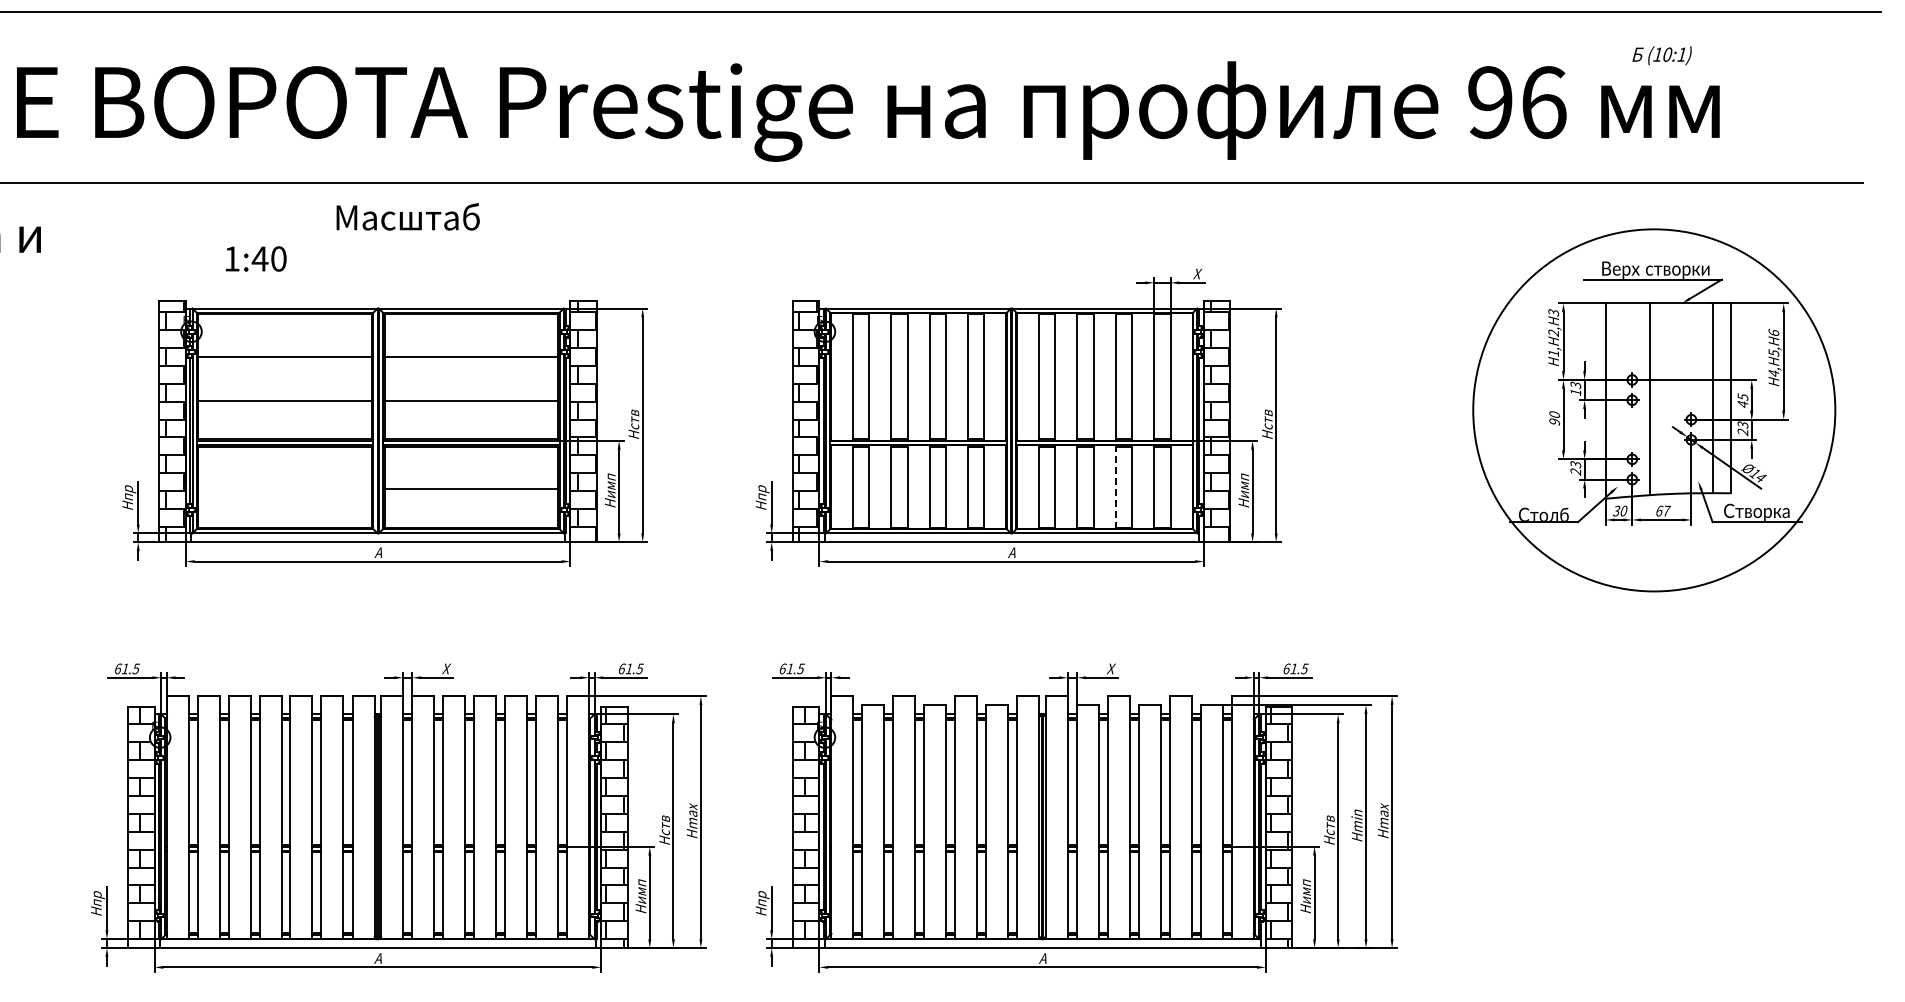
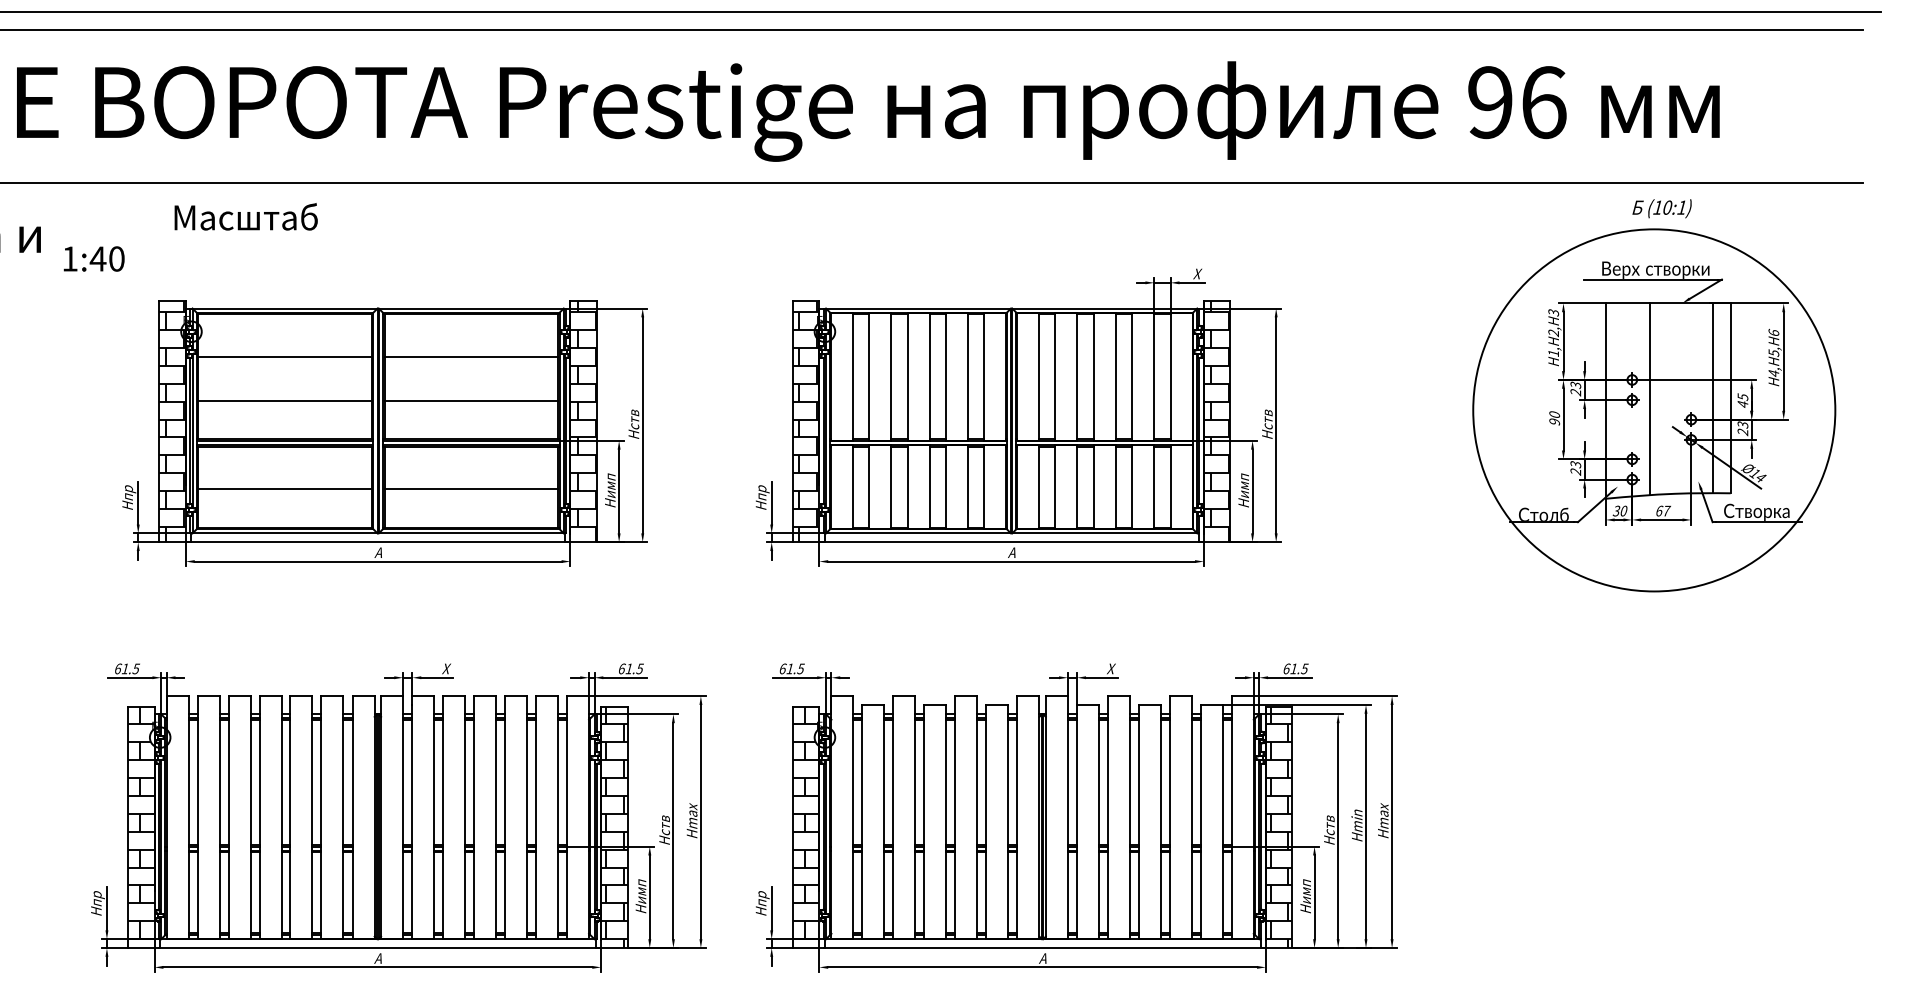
line at (932, 30): none -> present
text at (1661, 55) position: (1661, 55) -> (1661, 208)
text at (352, 237) position: (352, 237) -> (190, 237)
text at (1575, 392): 13 -> 23
line at (1115, 487): dashed -> solid
line at (284, 489): none -> present
